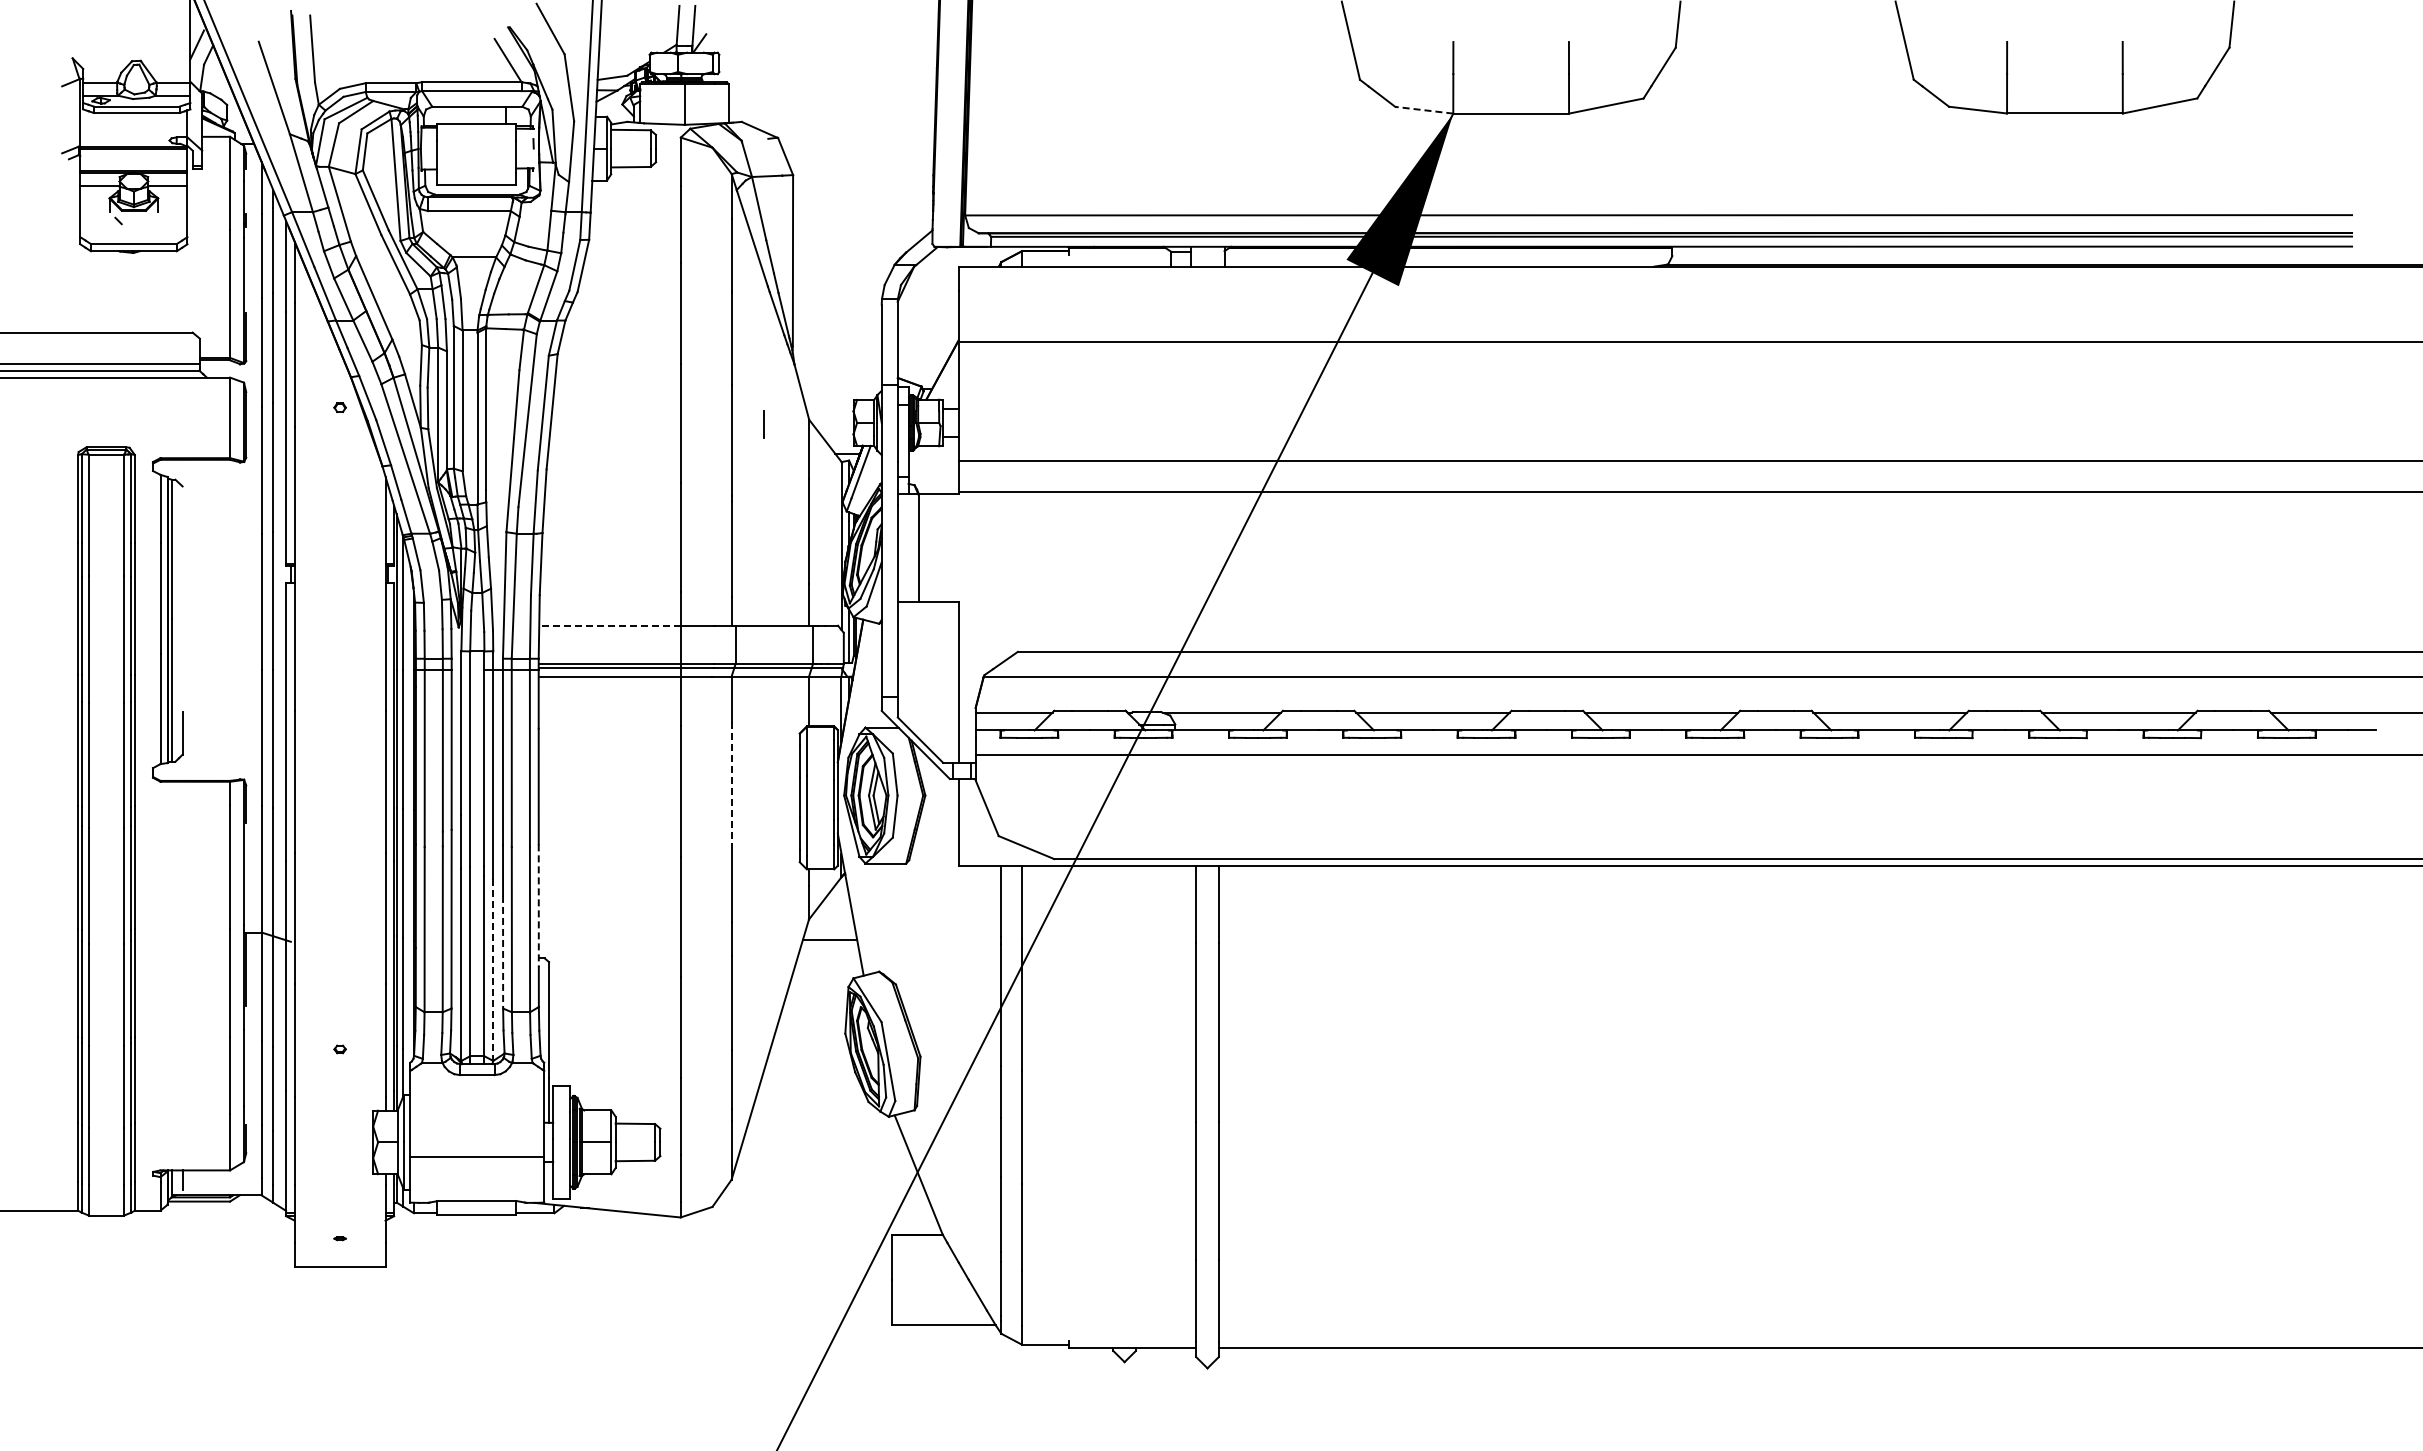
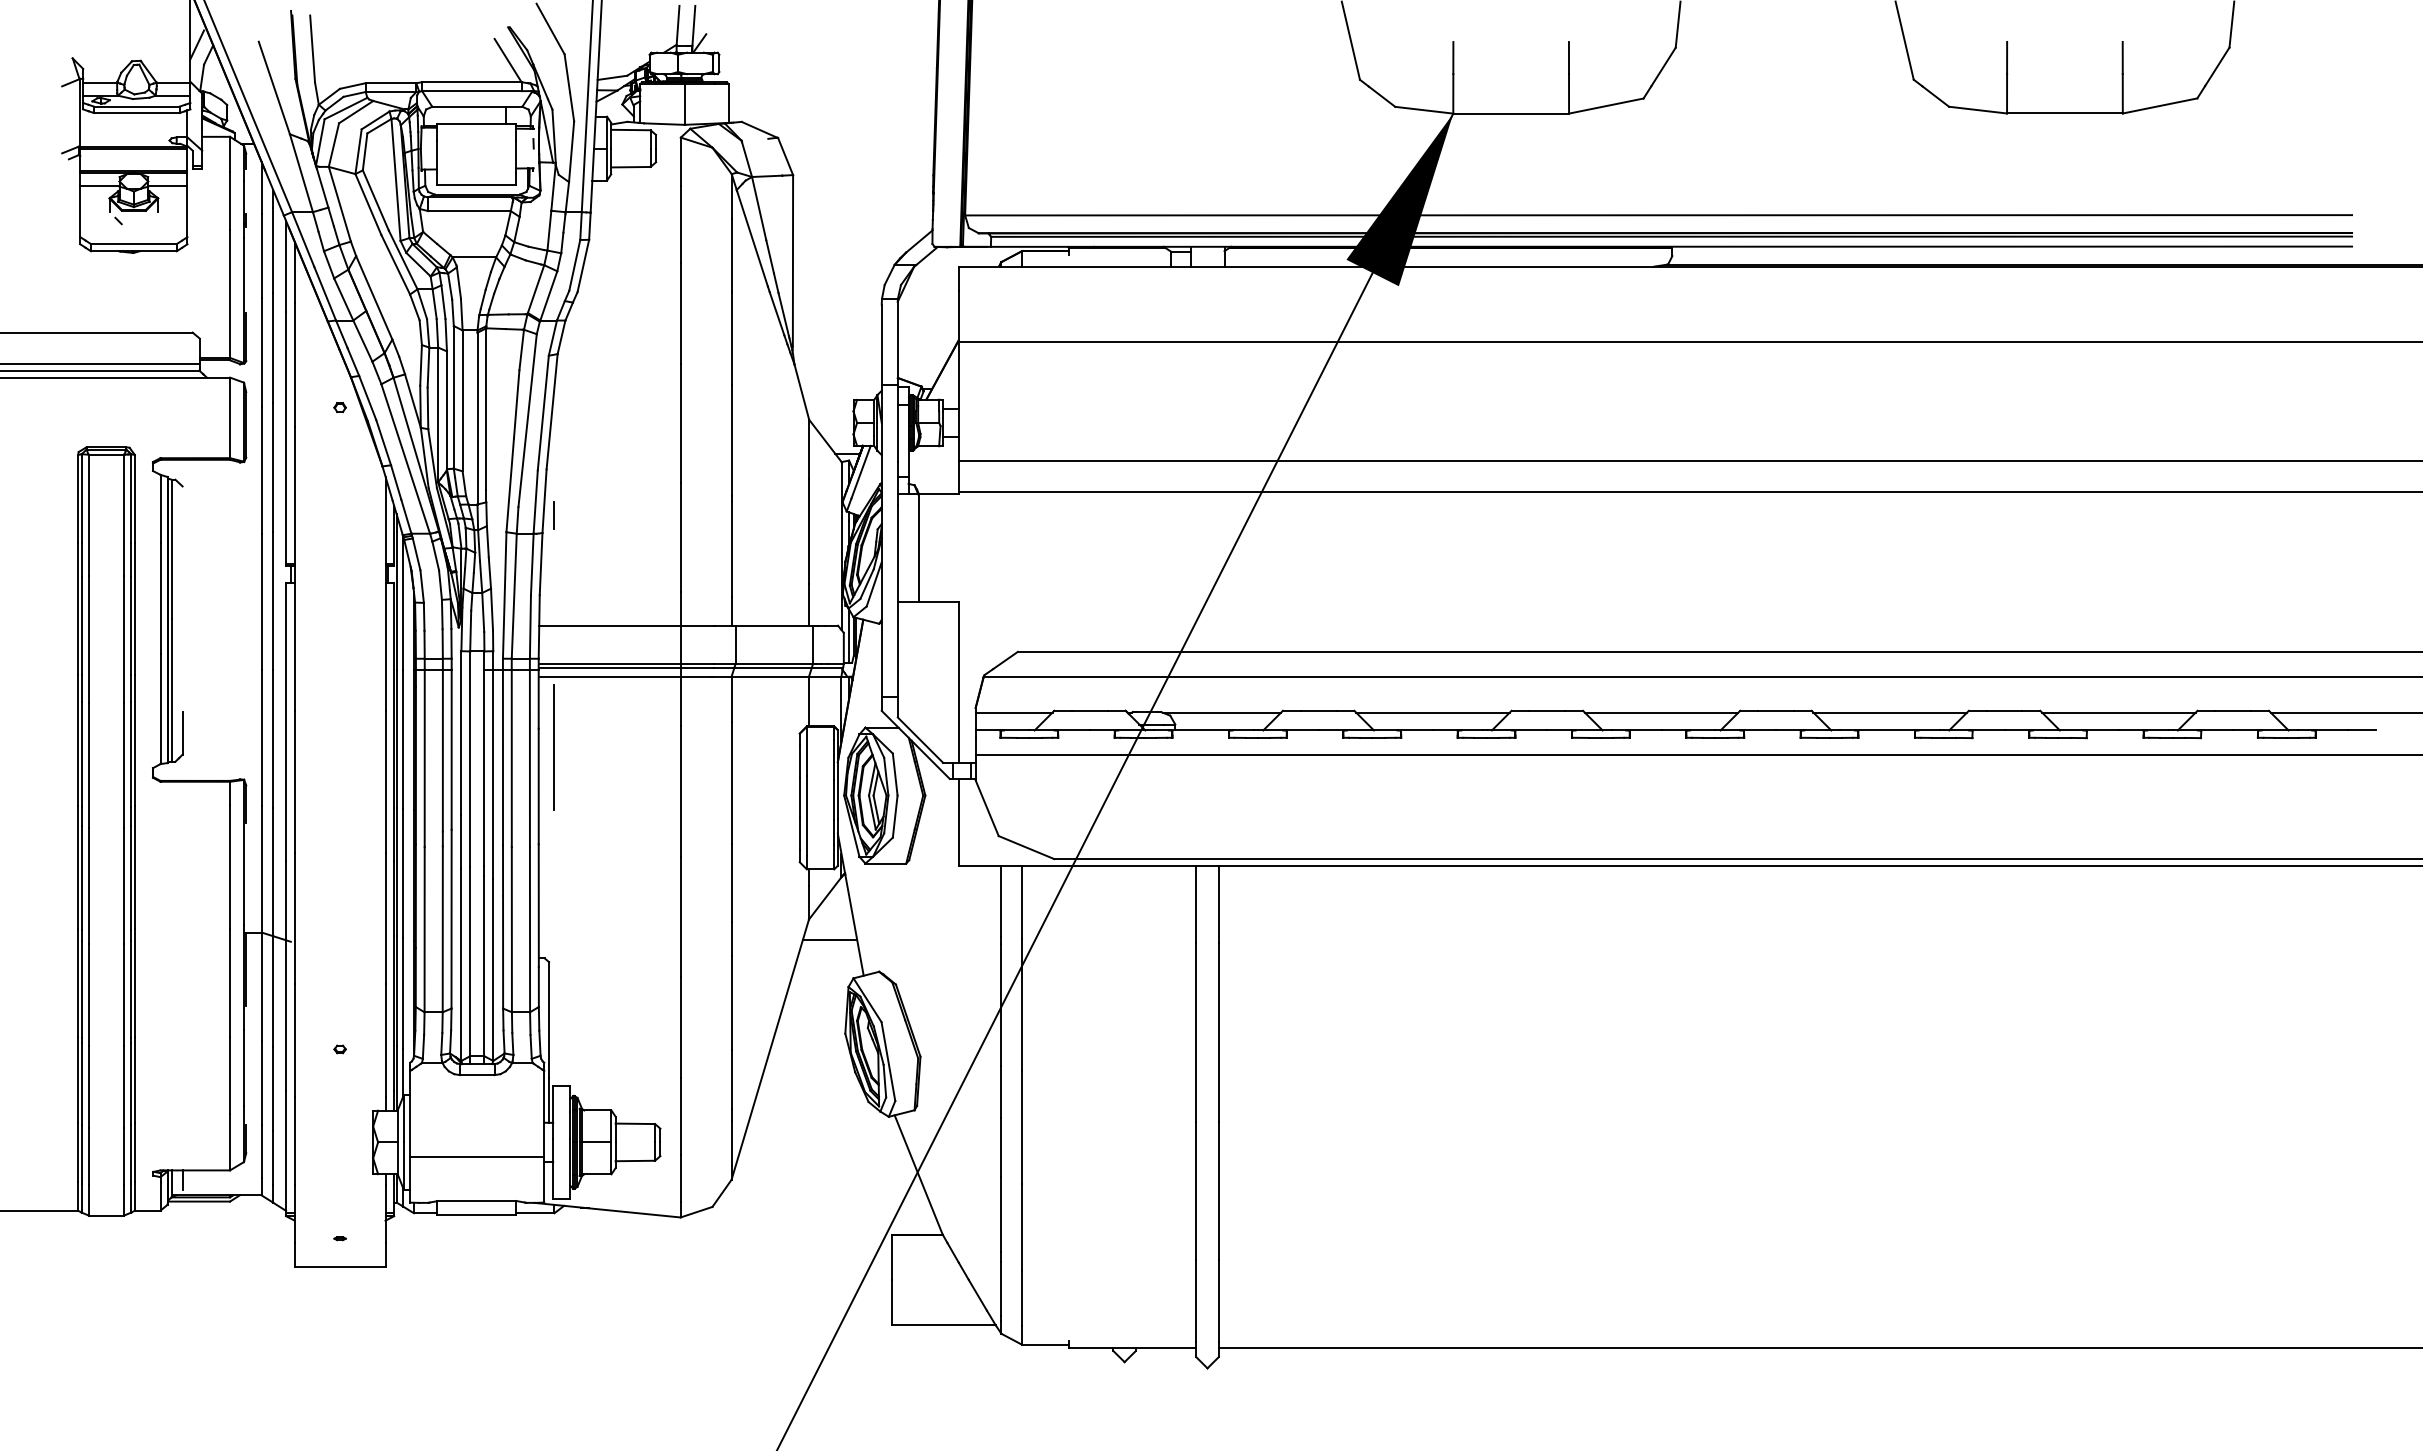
line at (1423, 110): dashed -> solid
line at (763, 424) position: (763, 424) -> (553, 515)
line at (609, 625): dashed -> solid
line at (554, 747): none -> present
line at (731, 783): dashed -> solid
line at (538, 906): dashed -> solid
line at (503, 952): dashed -> solid
line at (493, 970): dashed -> solid
